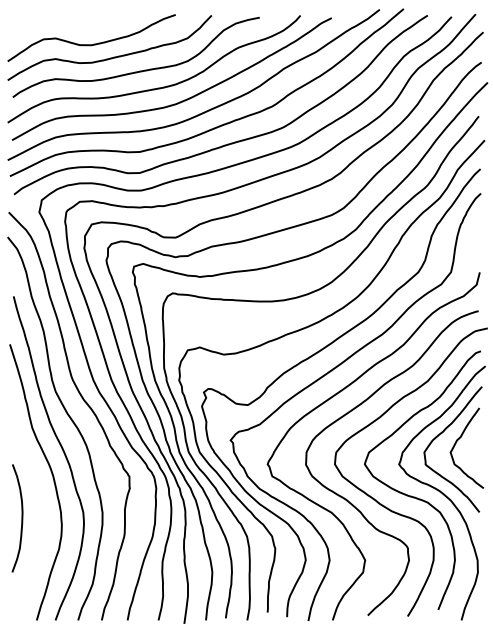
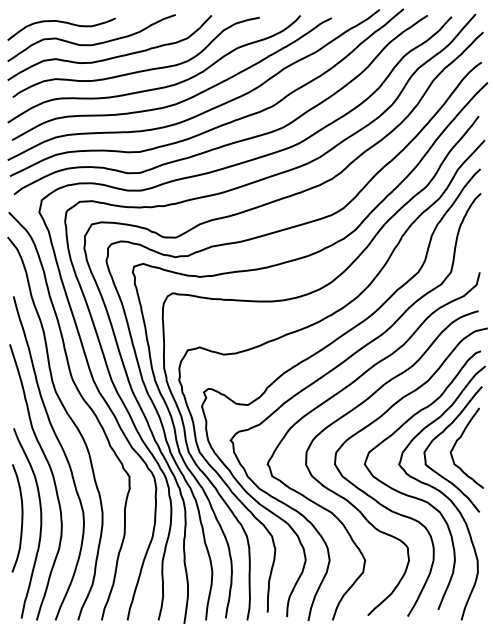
curve at (63, 23): none -> present
curve at (40, 523): none -> present
